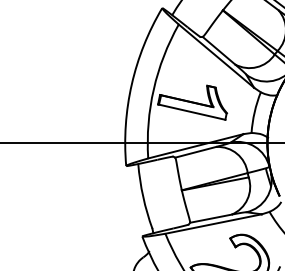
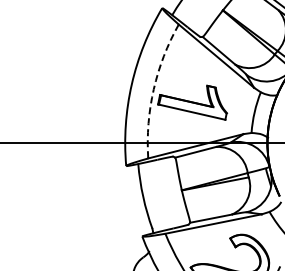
arc at (153, 89): solid -> dashed
